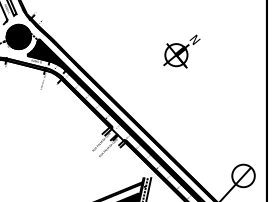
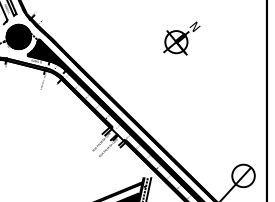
part at (181, 51) position: (181, 51) -> (181, 38)
